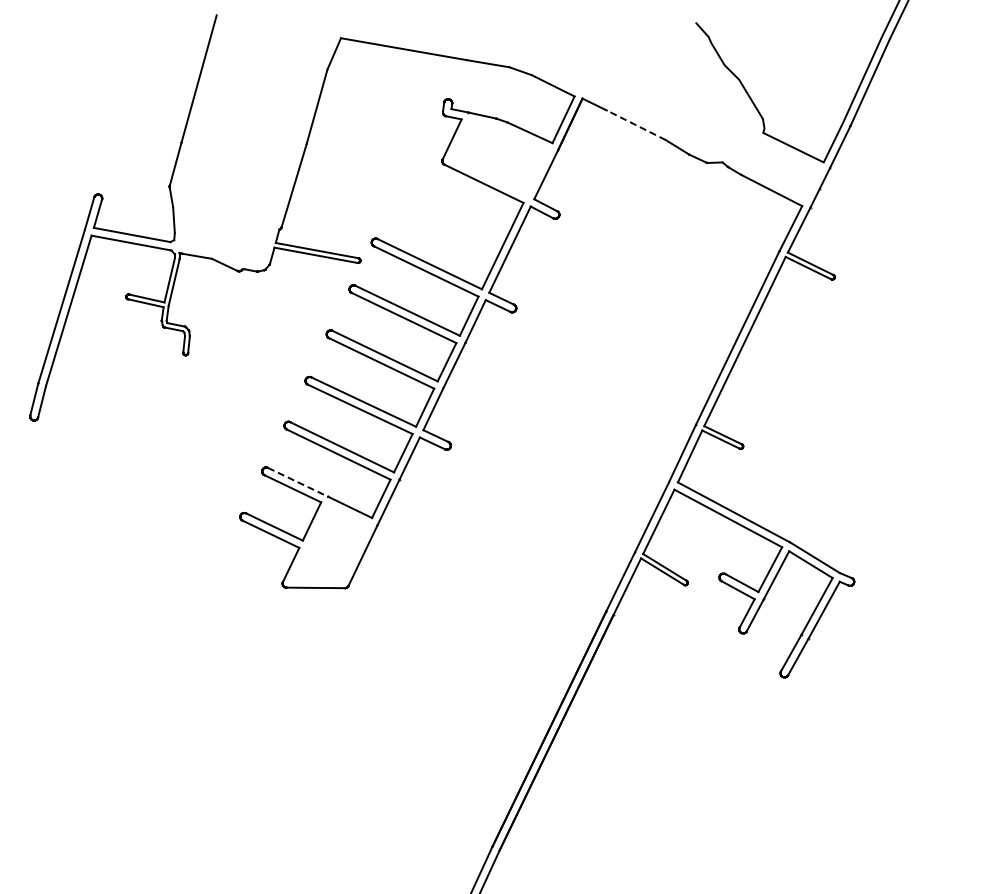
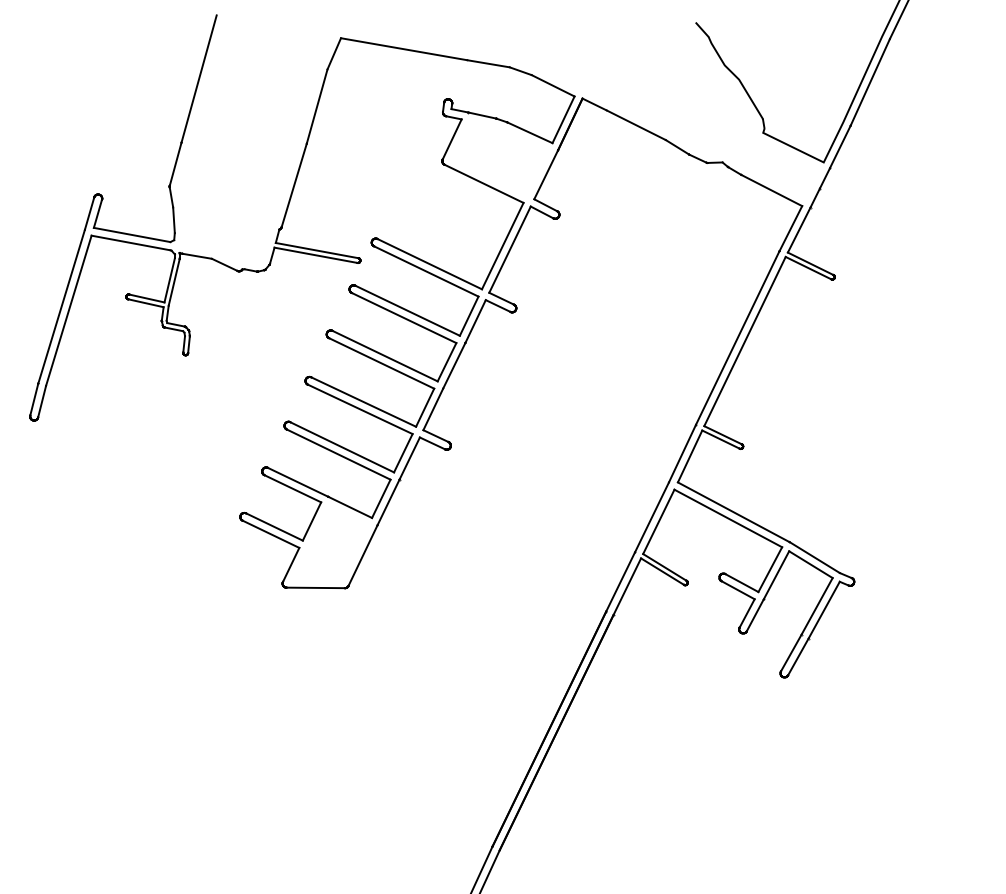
line at (635, 125): dashed -> solid
line at (298, 482): dashed -> solid
